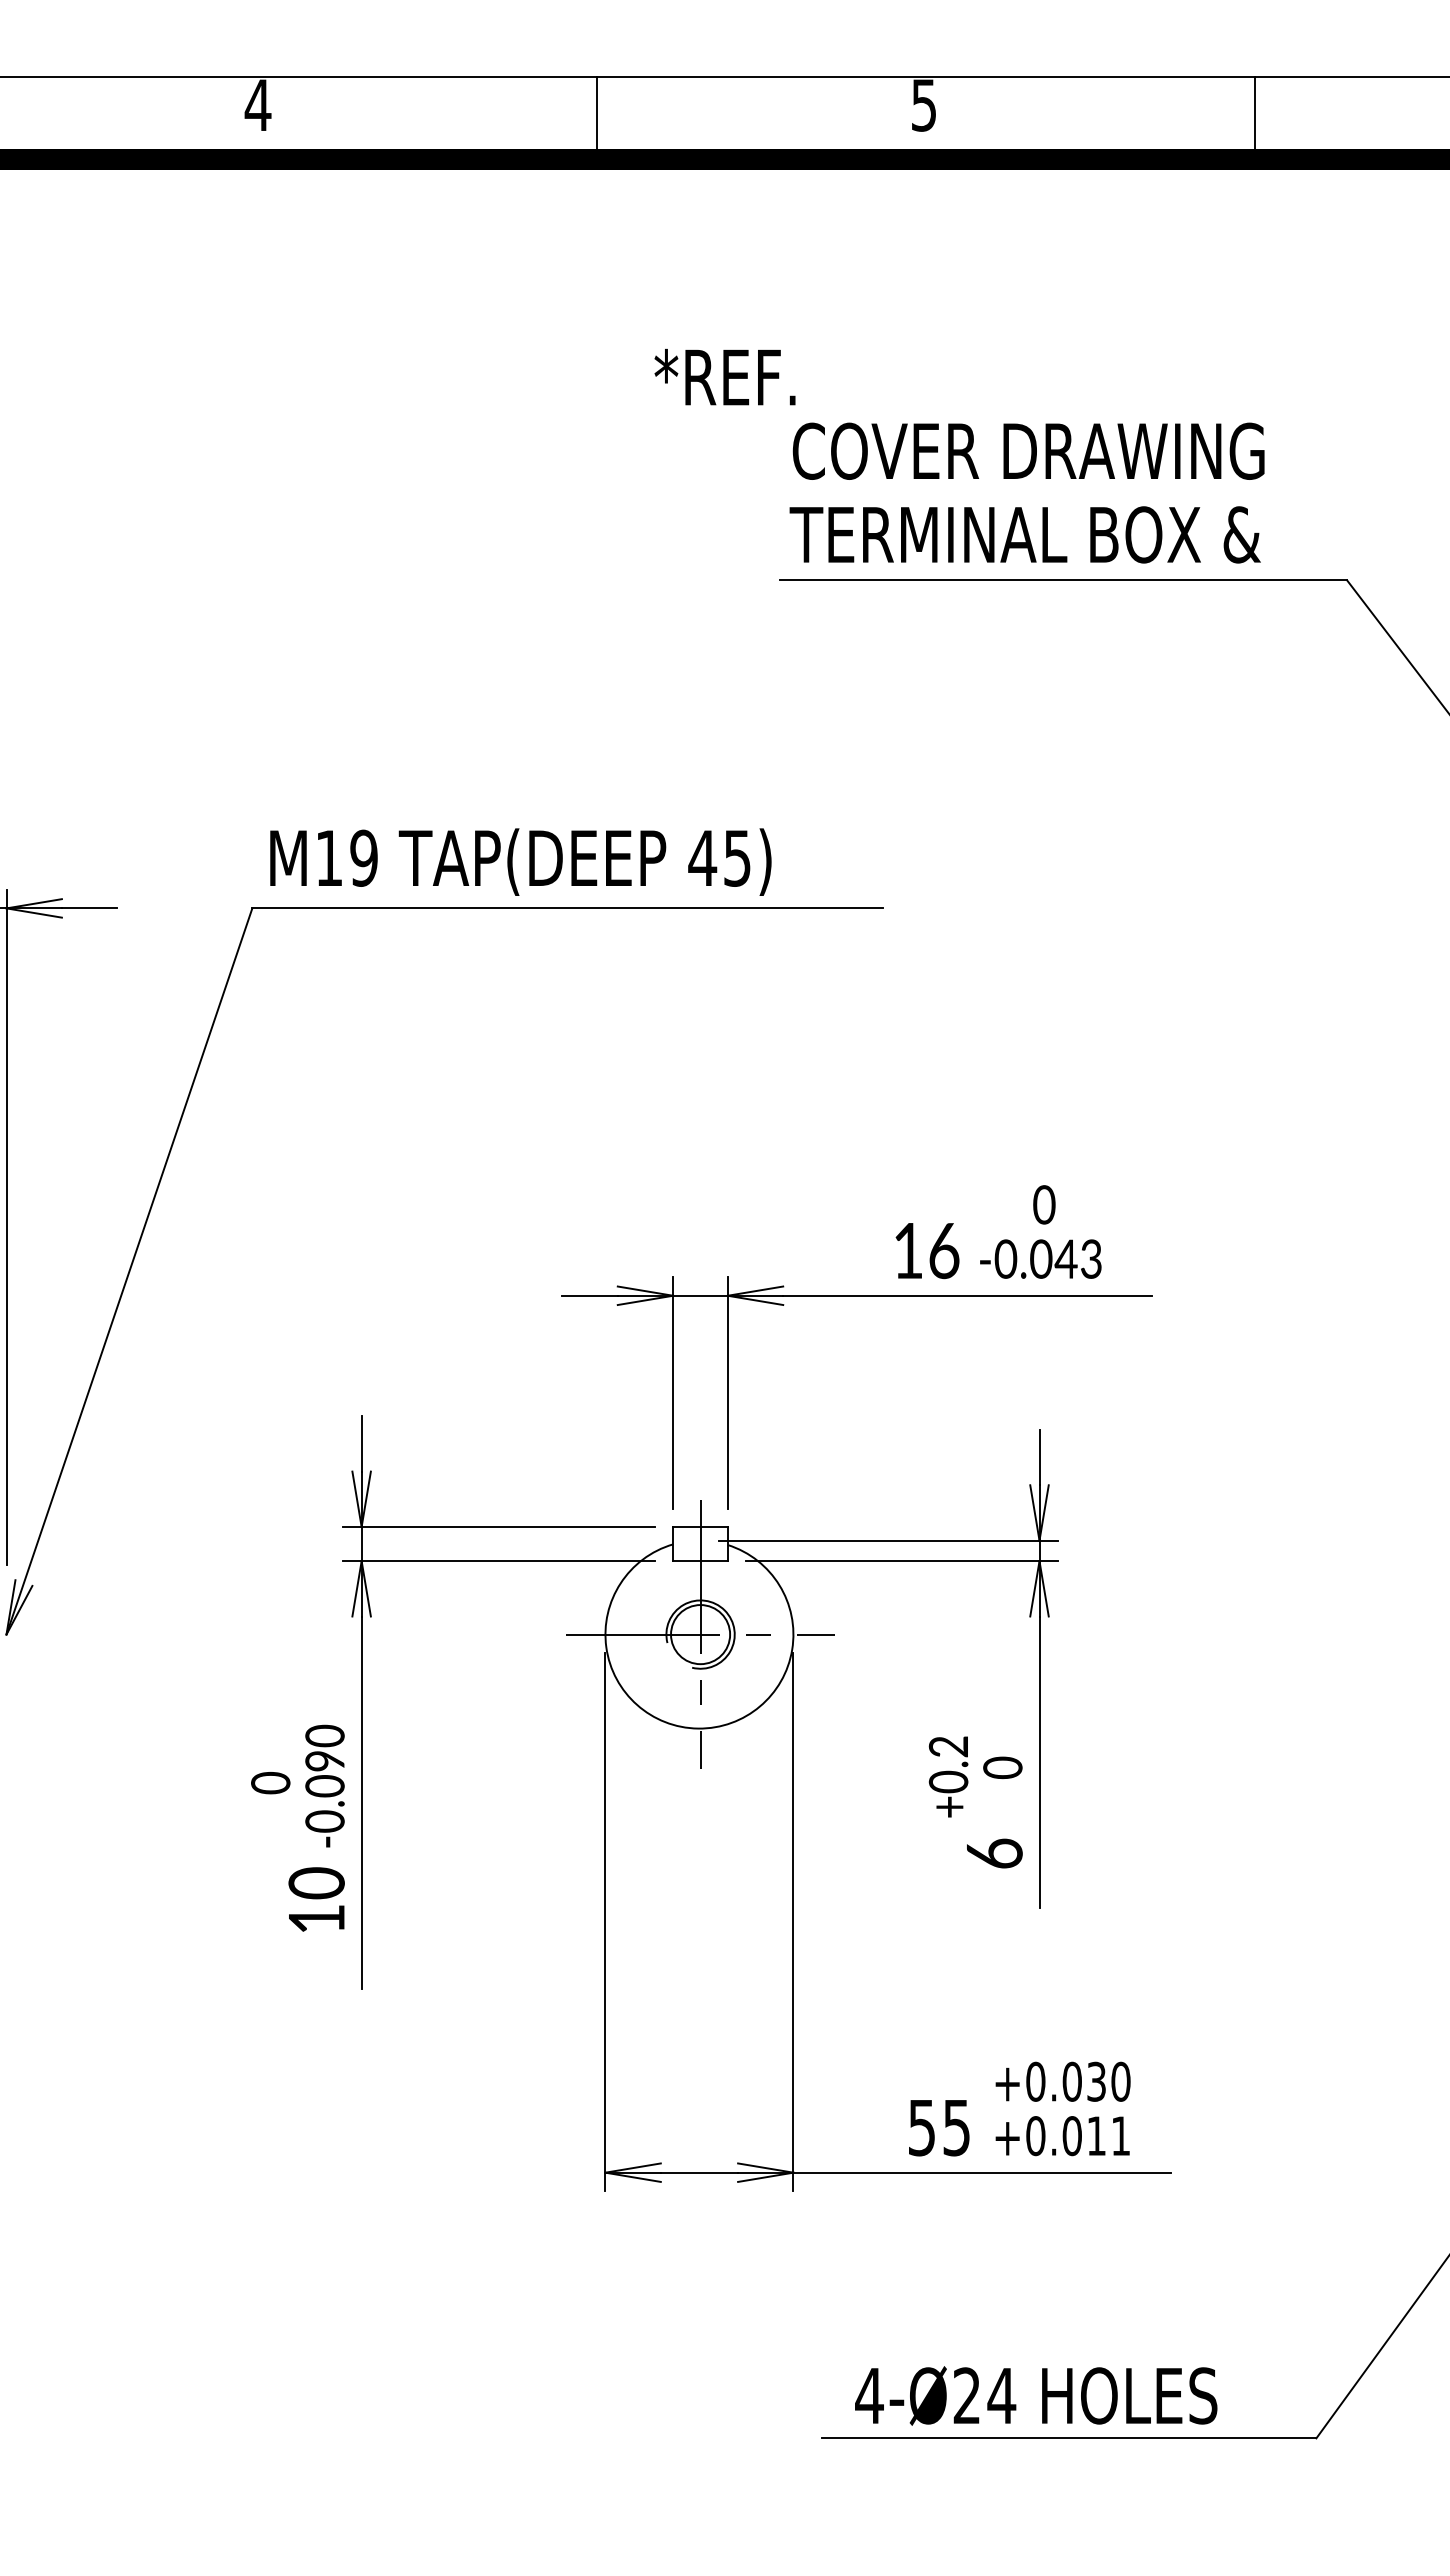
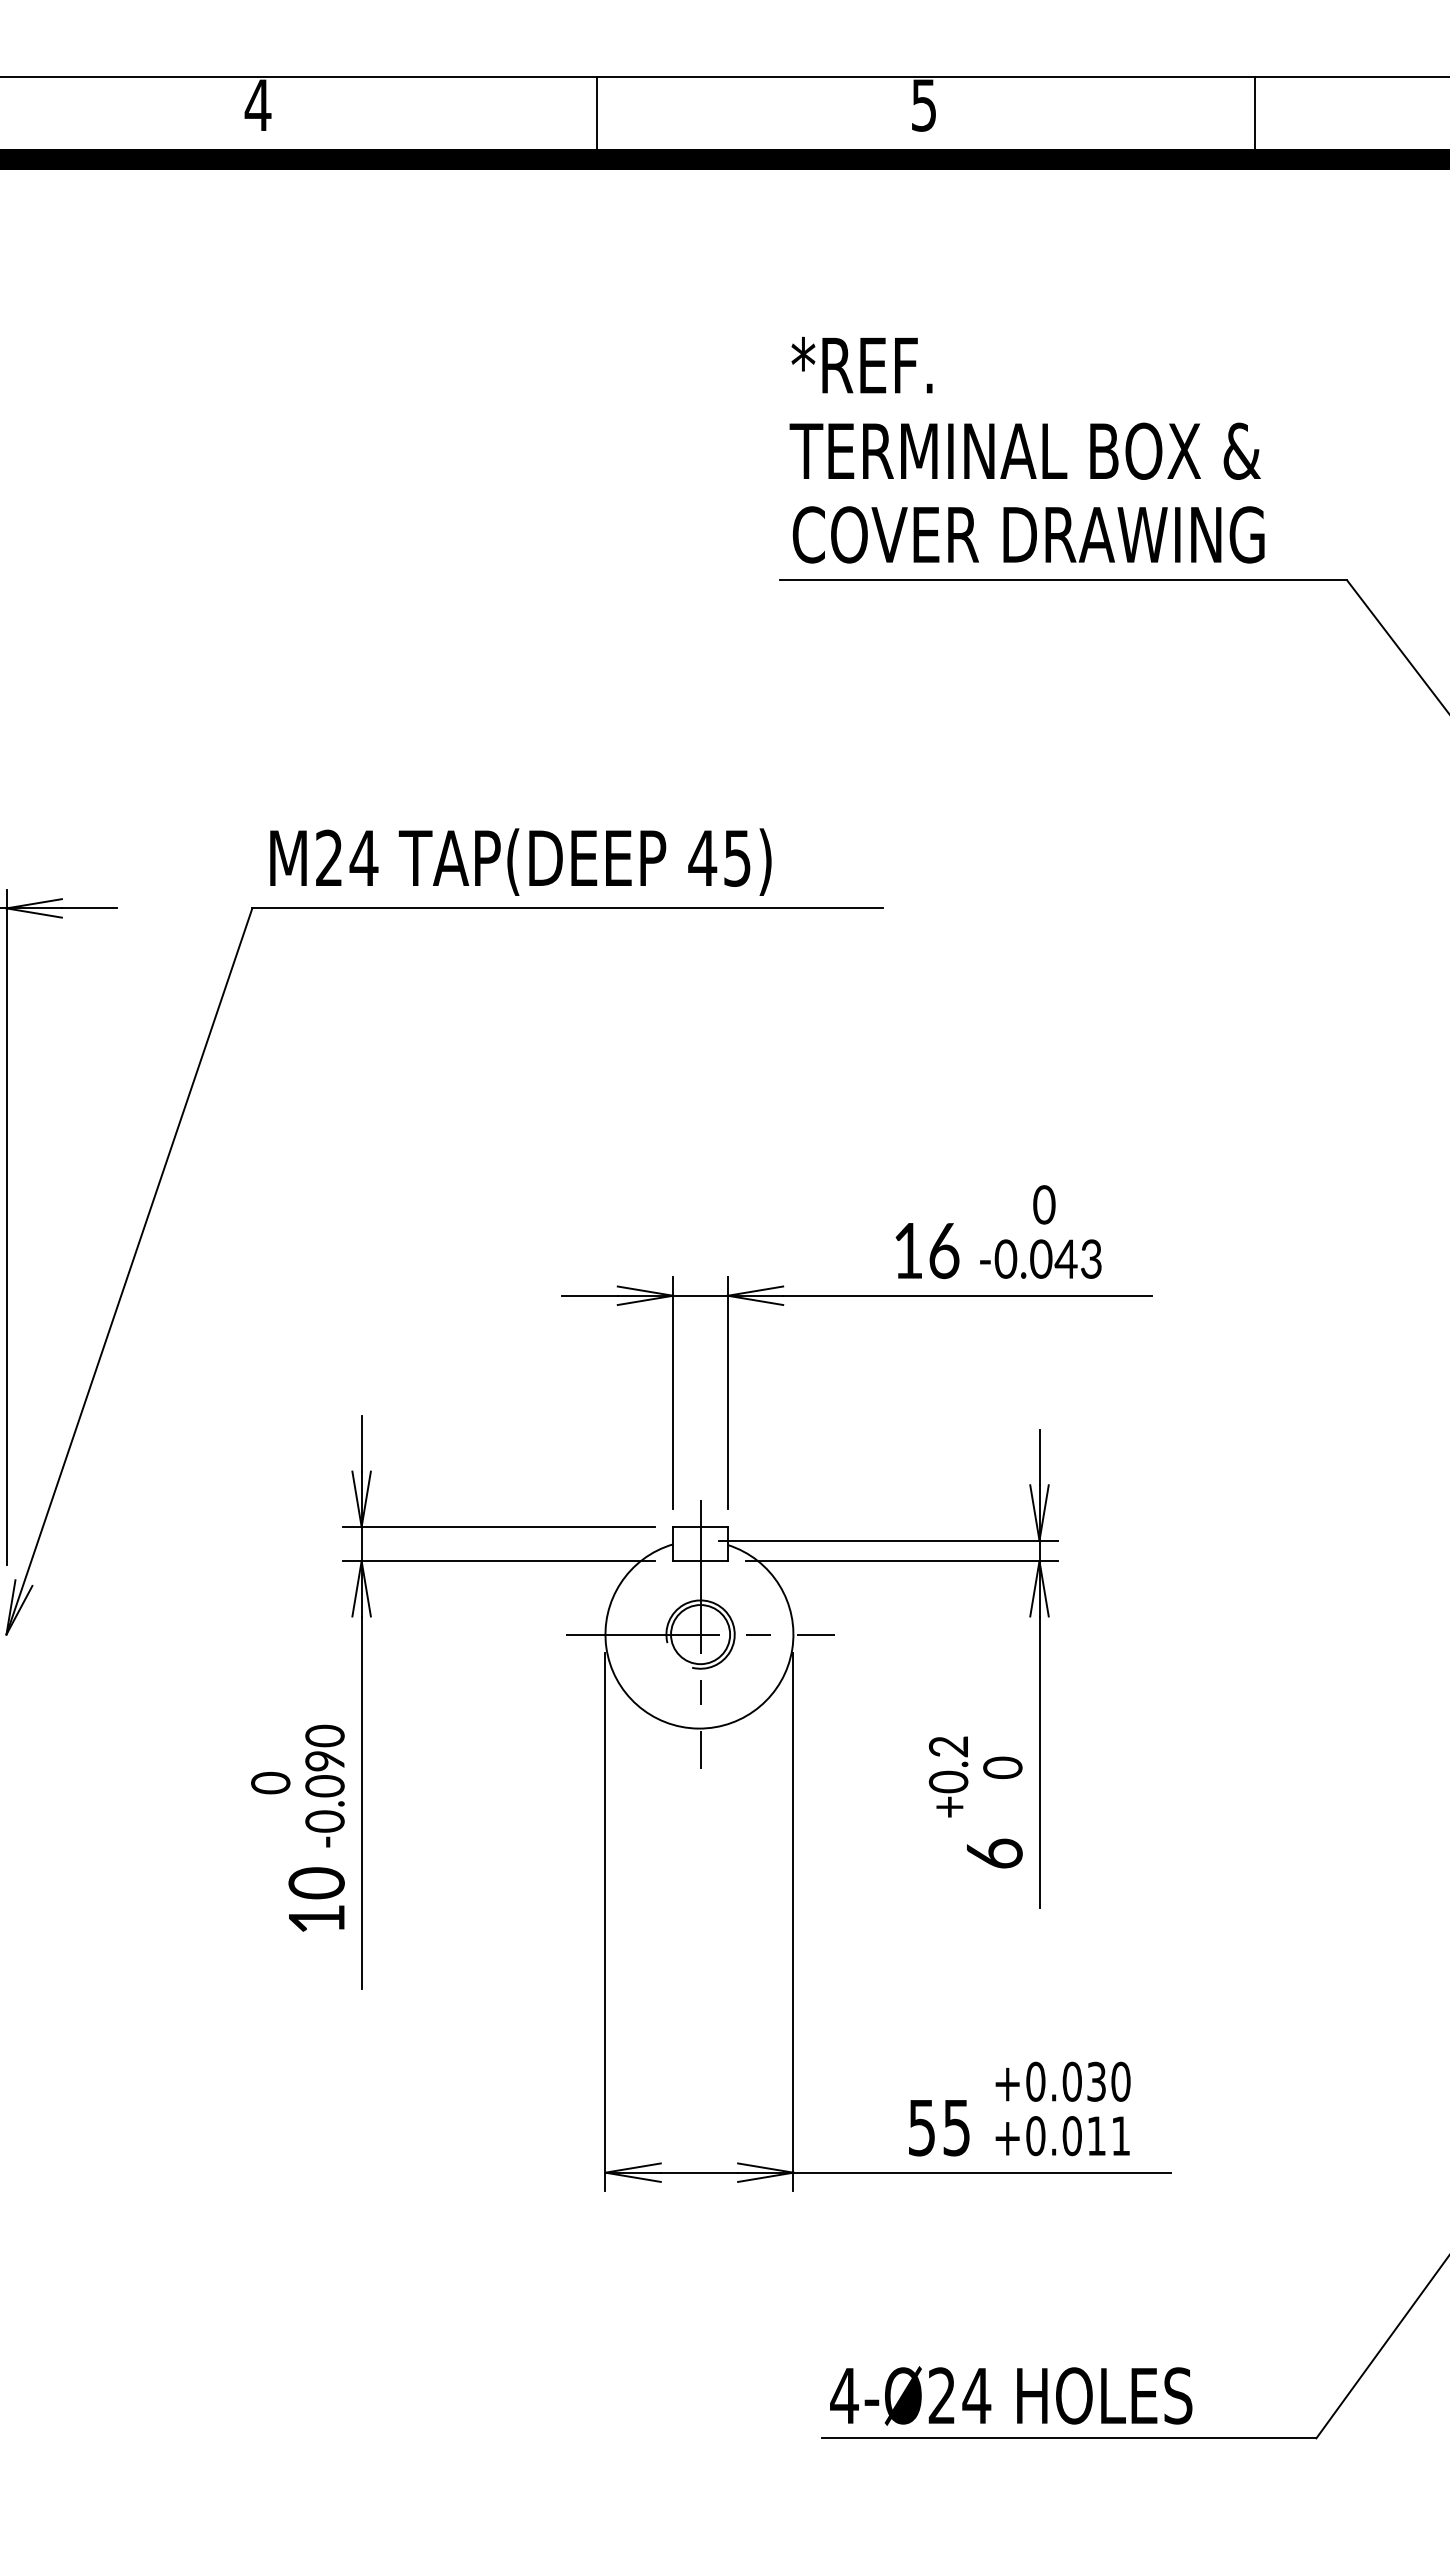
text at (724, 377) position: (724, 377) -> (861, 365)
text at (1026, 450): COVER DRAWING -> TERMINAL BOX &
text at (1026, 534): TERMINAL BOX & -> COVER DRAWING
text at (347, 857): M19 -> M24
text at (1036, 2395) position: (1036, 2395) -> (1011, 2395)
